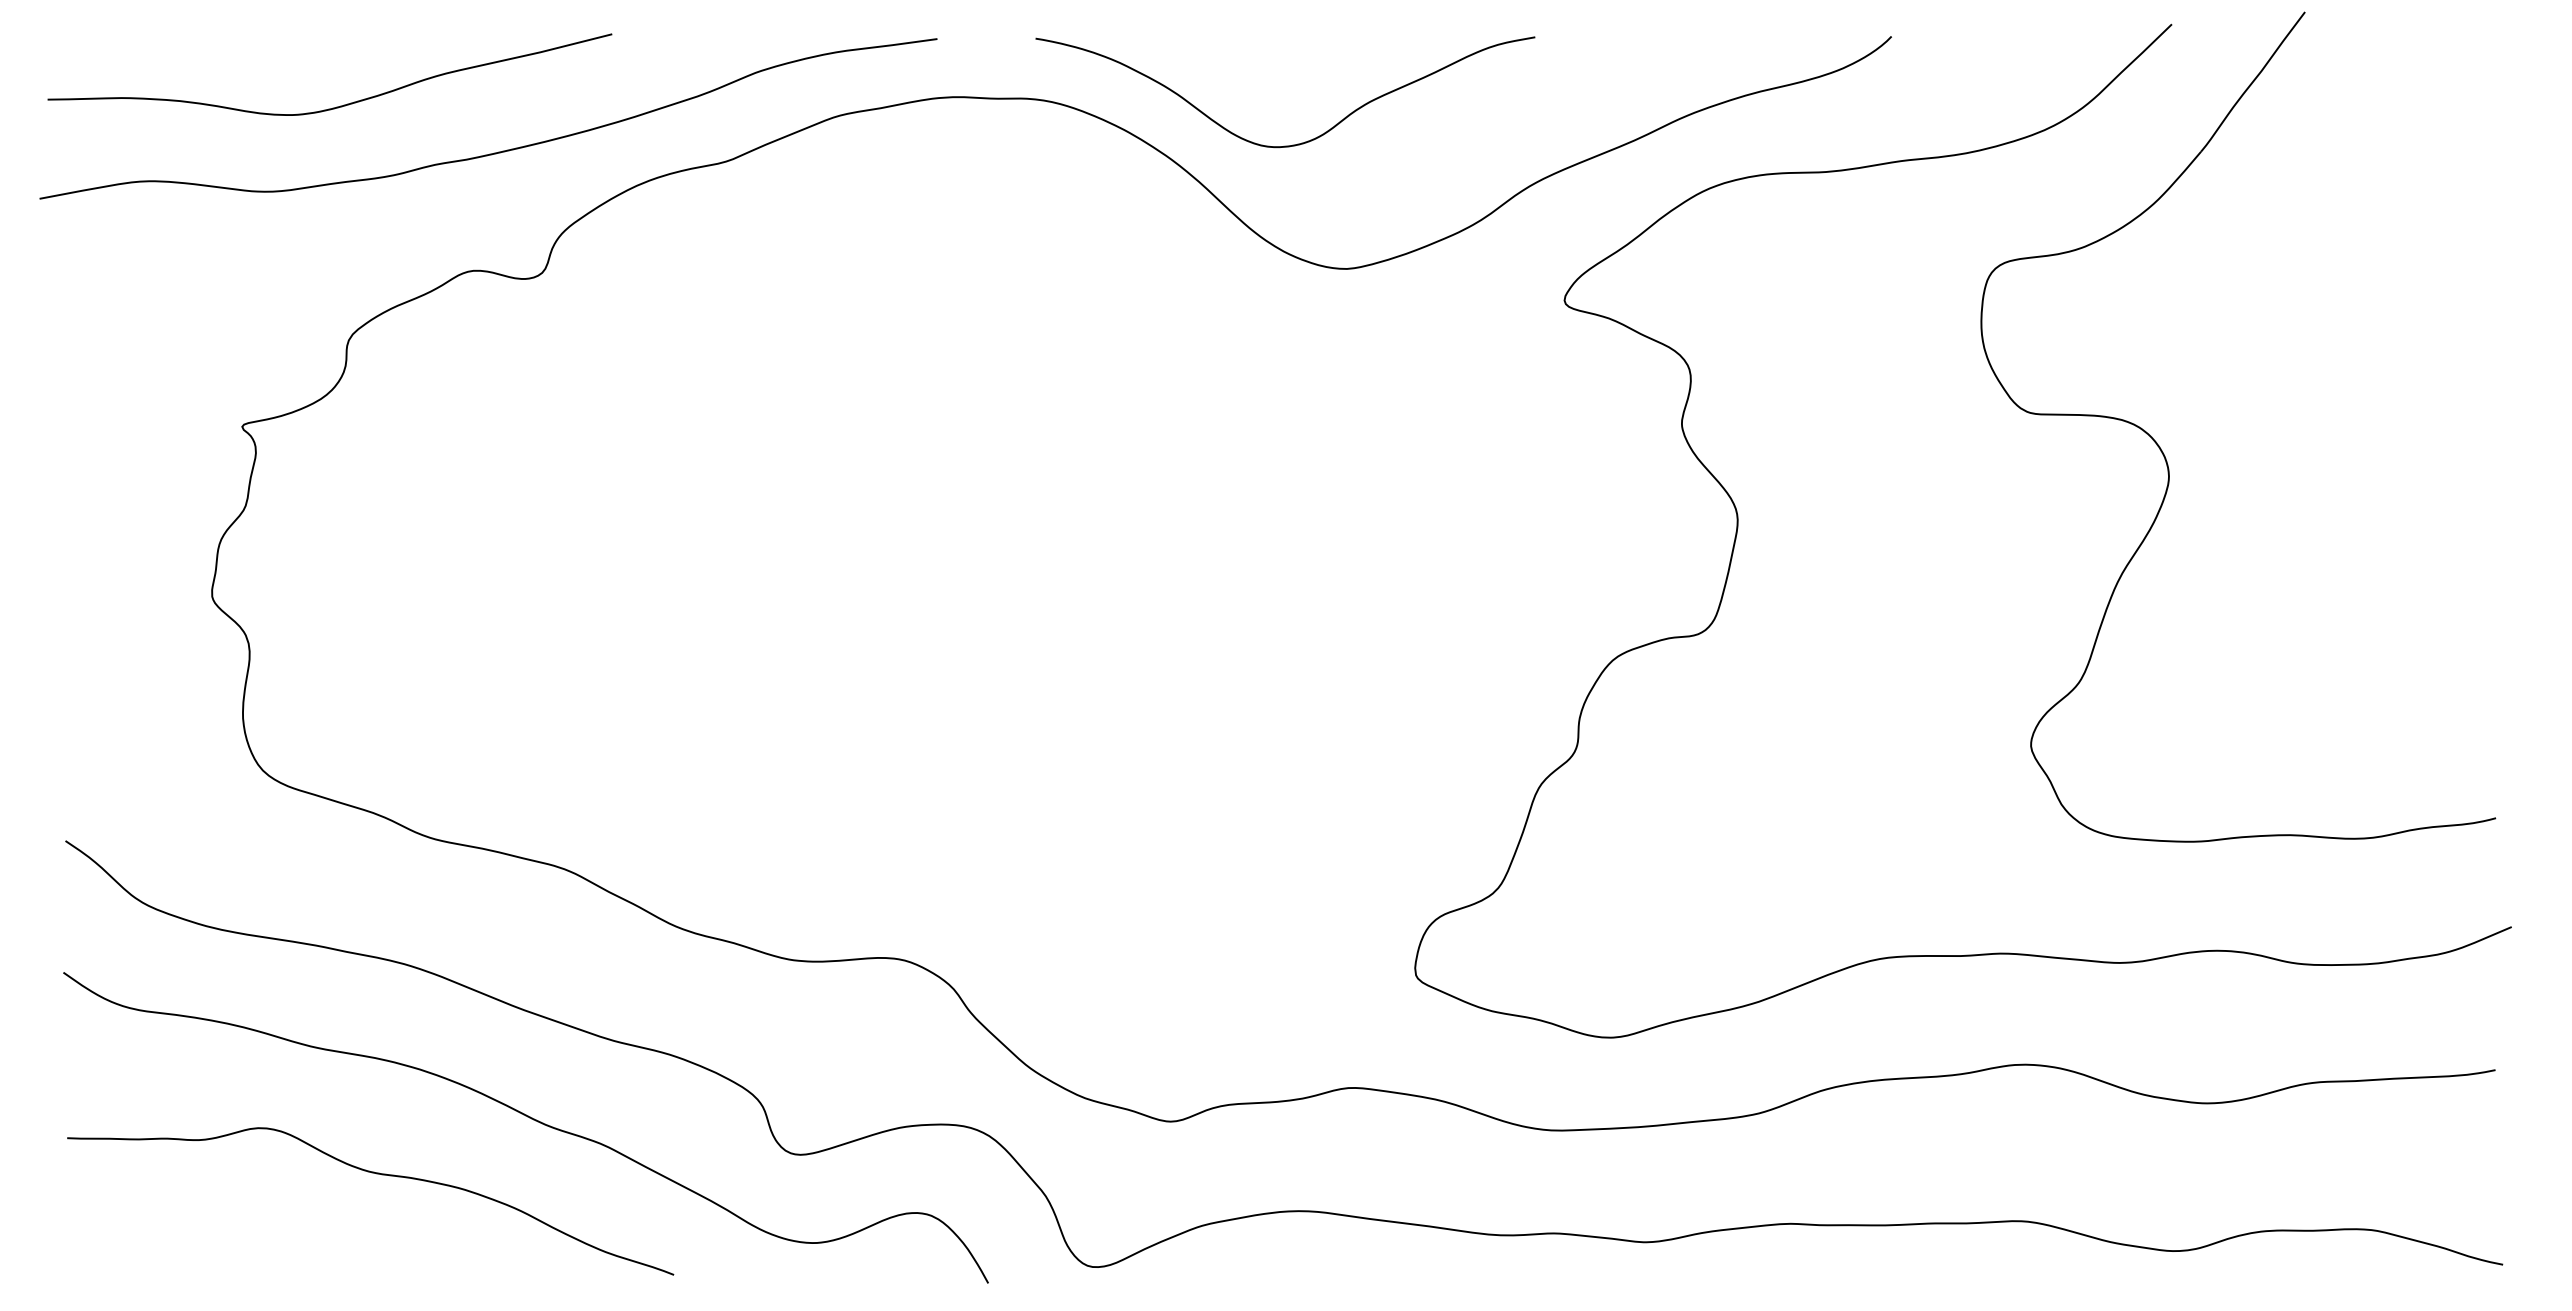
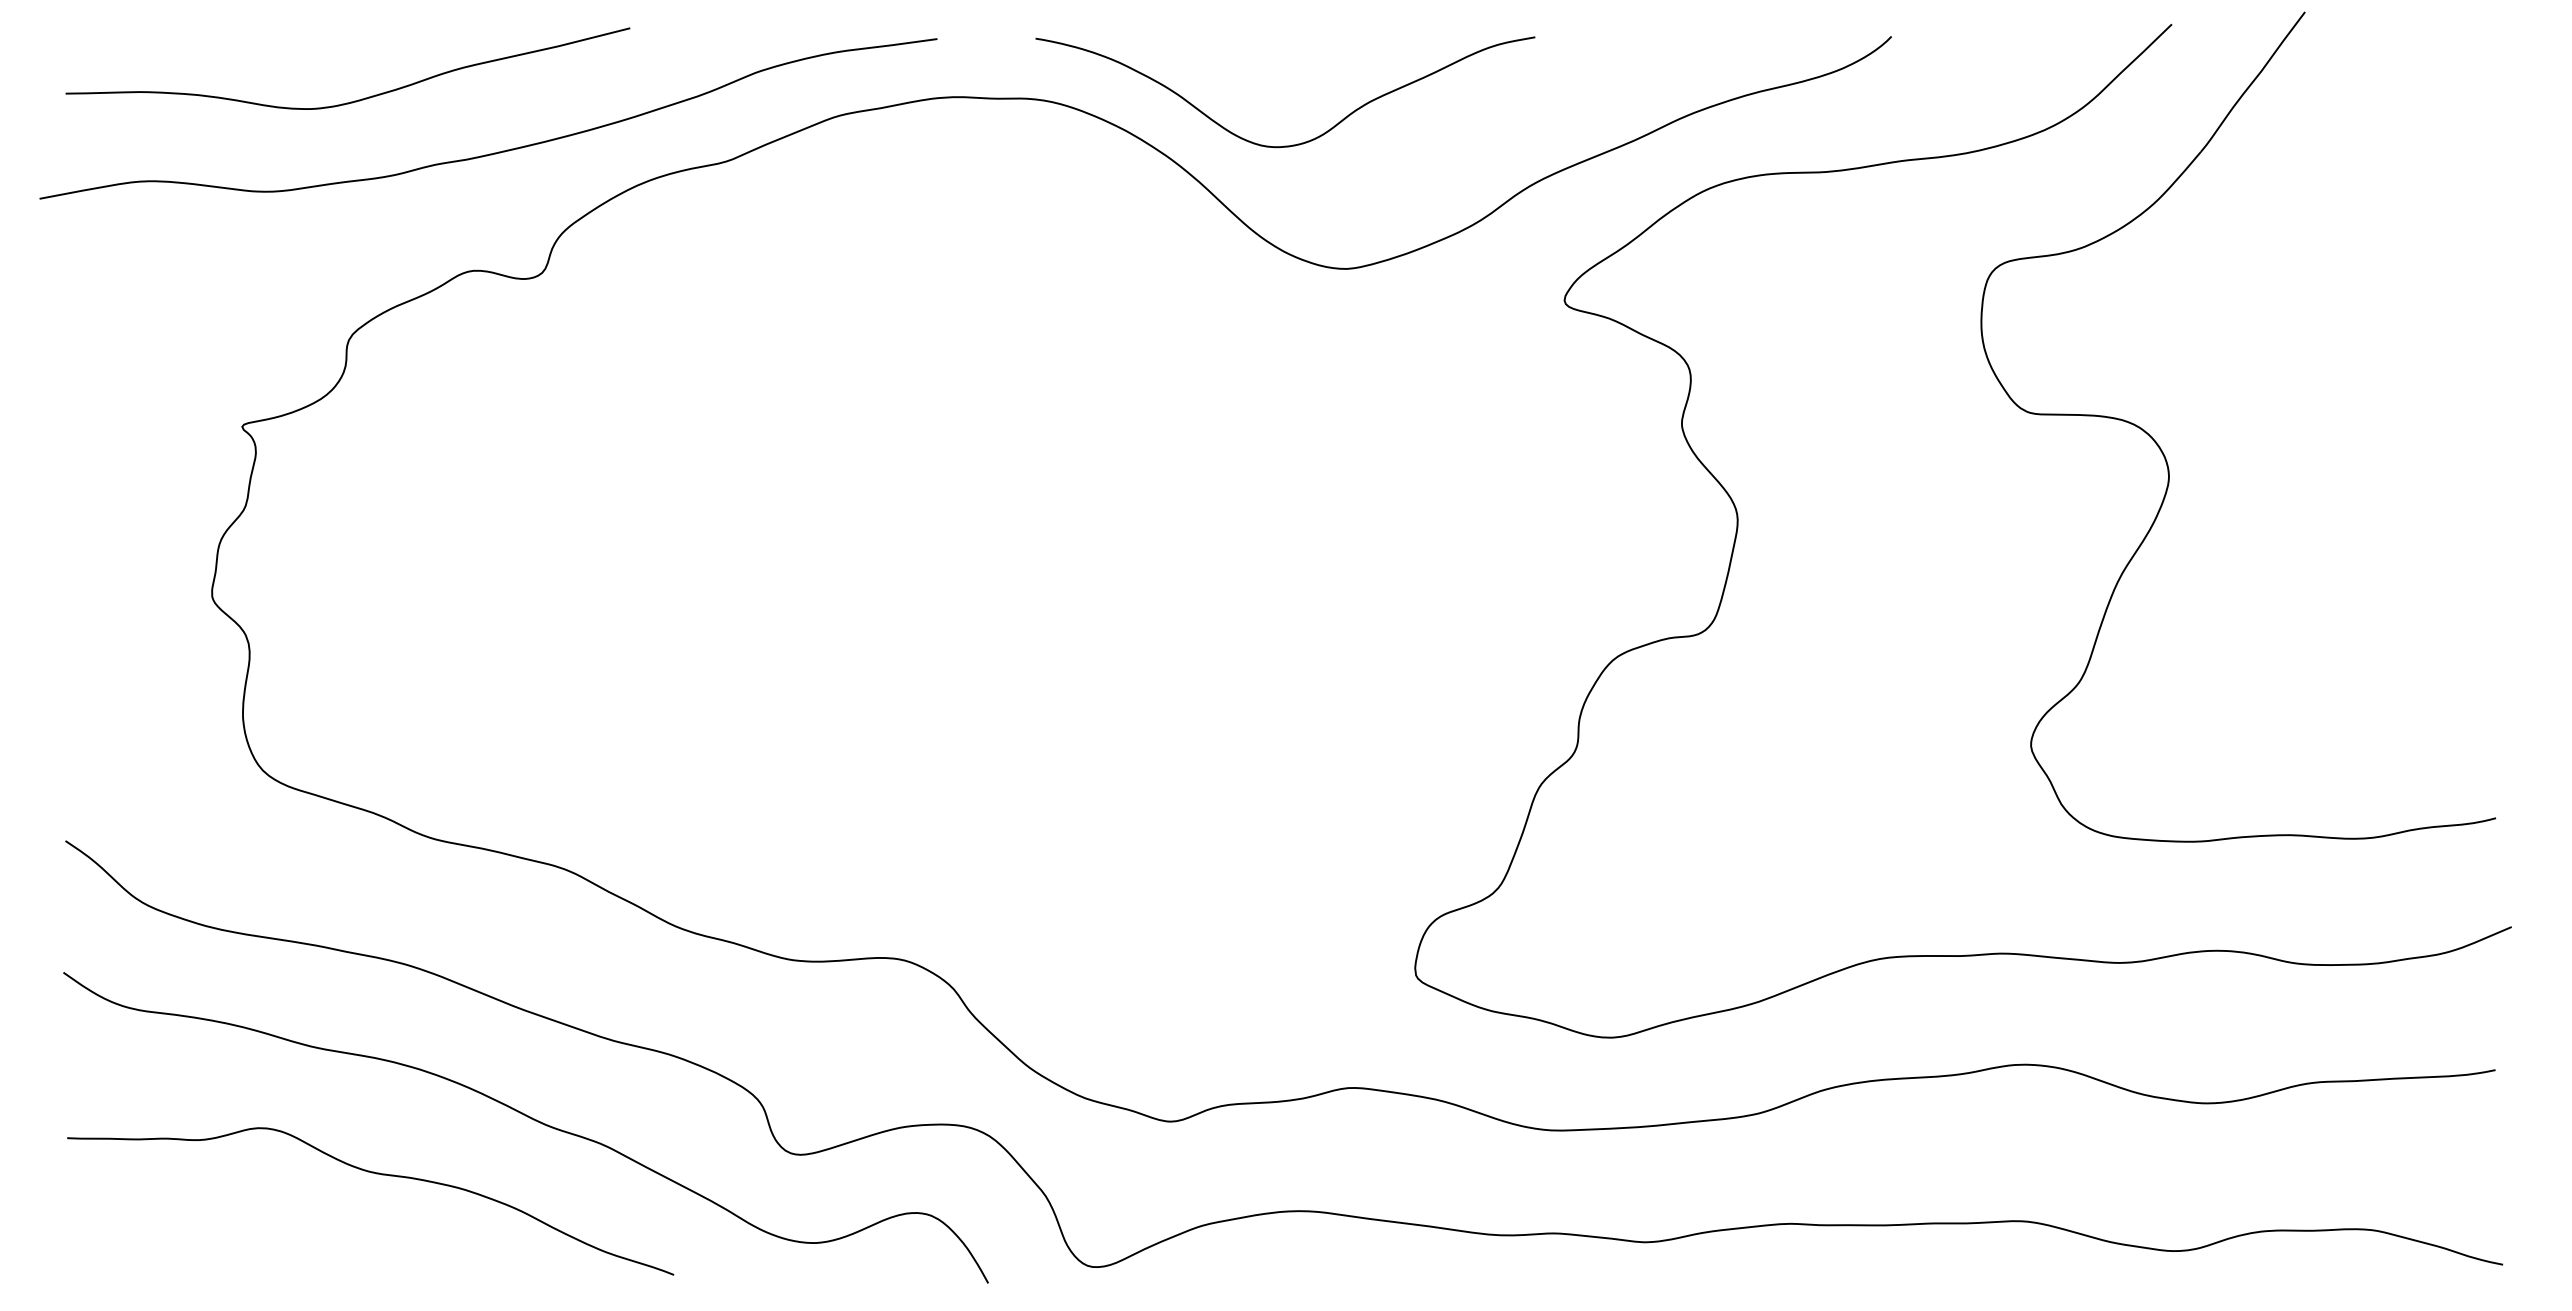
curve at (336, 106) position: (336, 106) -> (354, 100)
